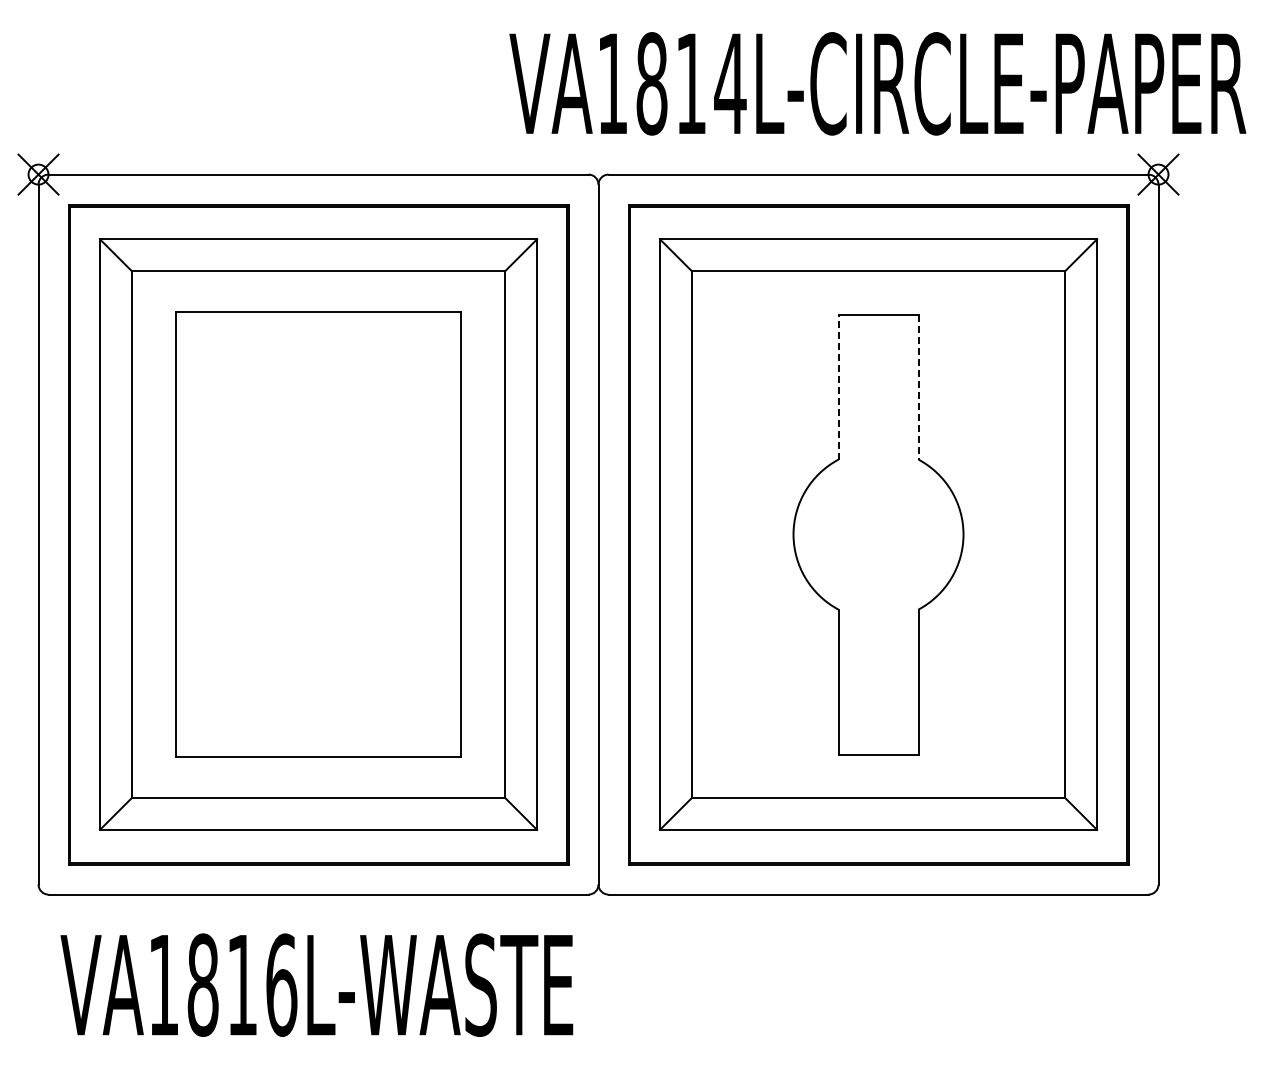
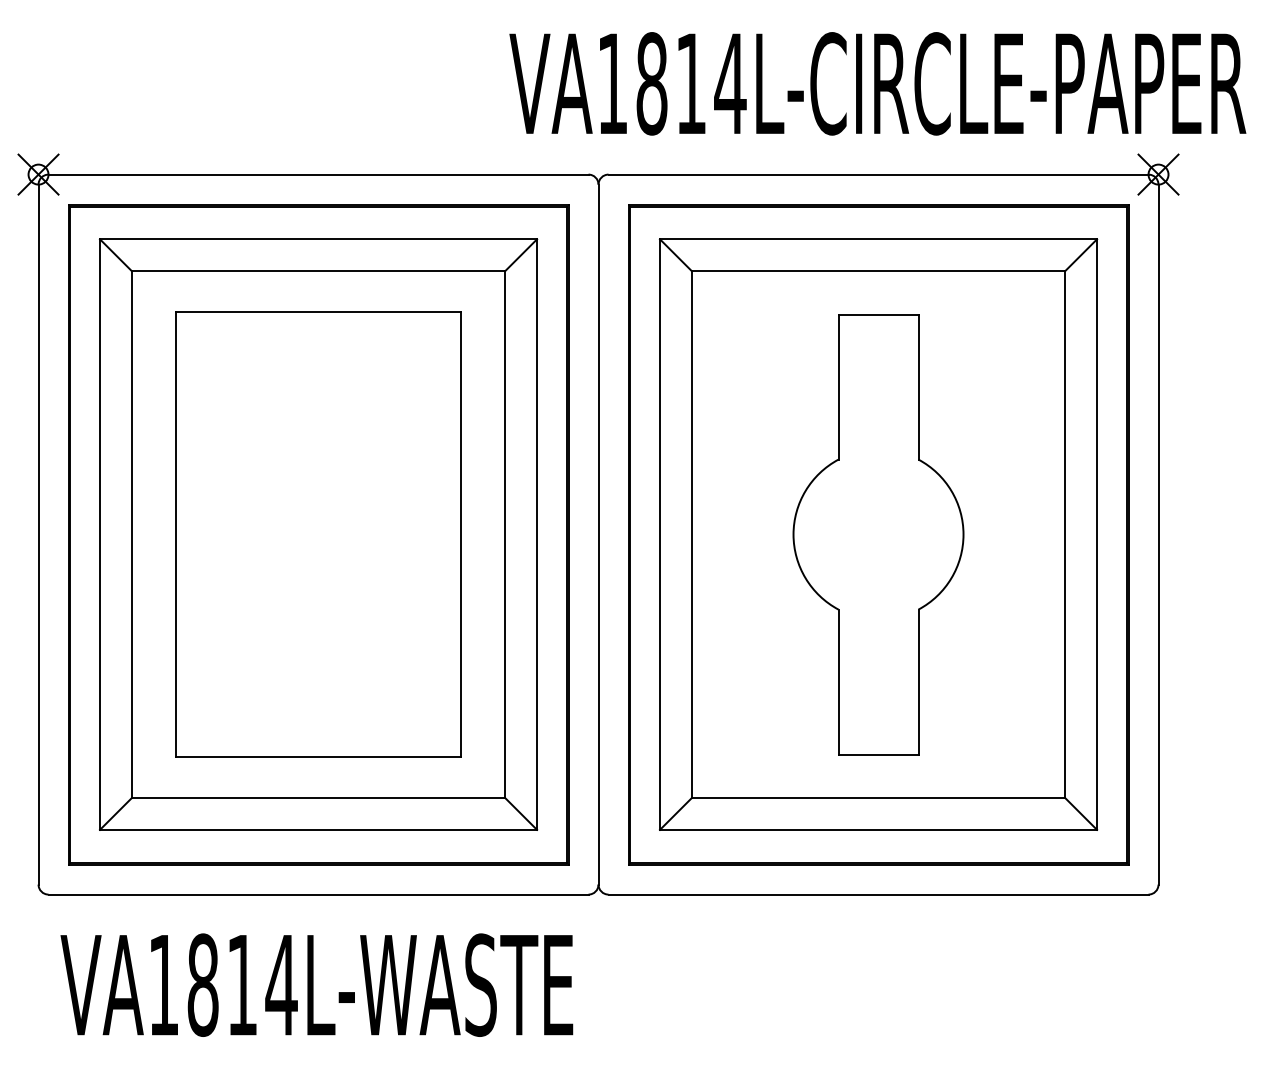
line at (838, 386): dashed -> solid
line at (918, 387): dashed -> solid
text at (281, 984): VA1816L-WASTE -> VA1814L-WASTE
